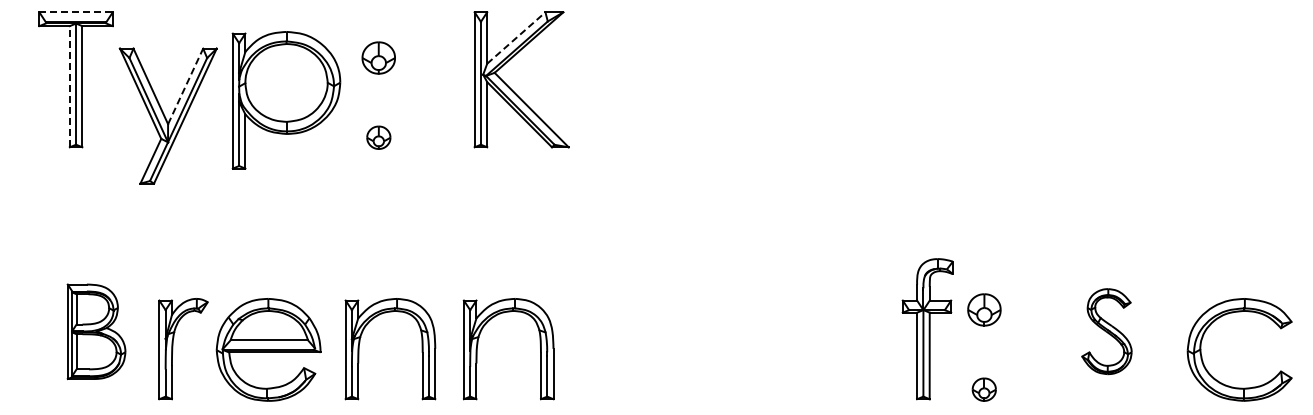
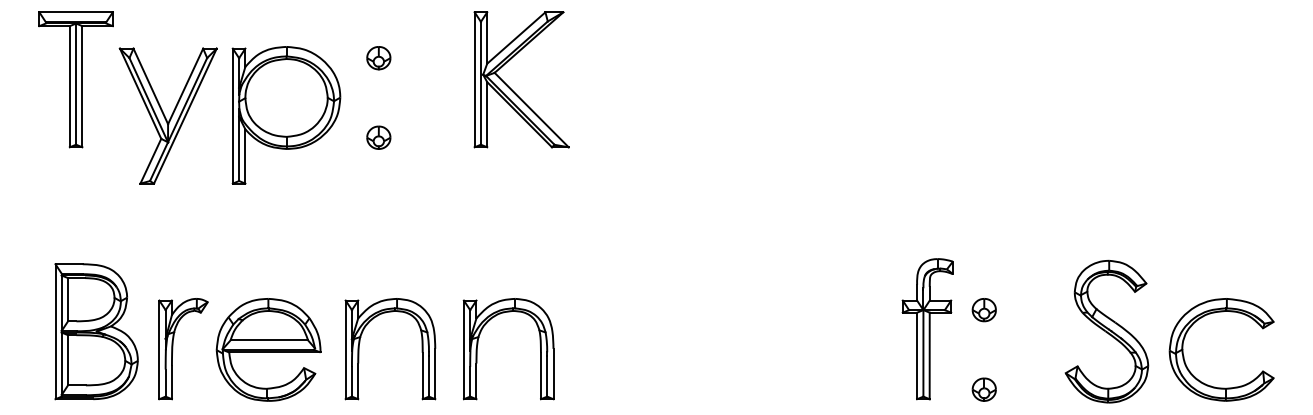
line at (76, 12): dashed -> solid
line at (516, 38): dashed -> solid
part at (378, 57) size: 35x34 px -> 26x25 px
line at (69, 86): dashed -> solid
line at (185, 86): dashed -> solid
part at (286, 100) position: (286, 100) -> (286, 115)
part at (984, 309) size: 35x34 px -> 26x25 px
part at (1232, 313) position: (1232, 313) -> (1214, 313)
part at (96, 331) size: 61x98 px -> 85x138 px
part at (1106, 331) size: 52x88 px -> 86x145 px
